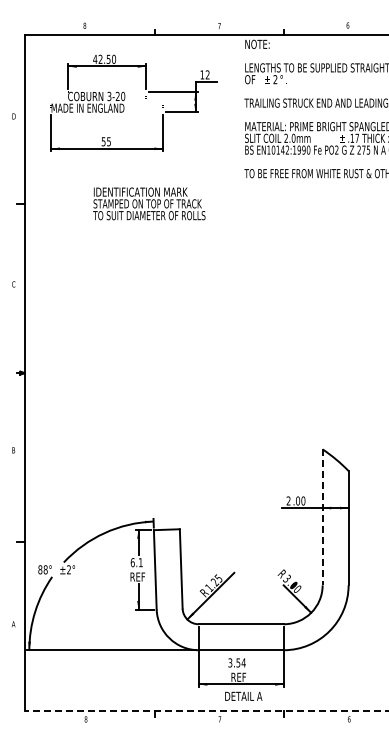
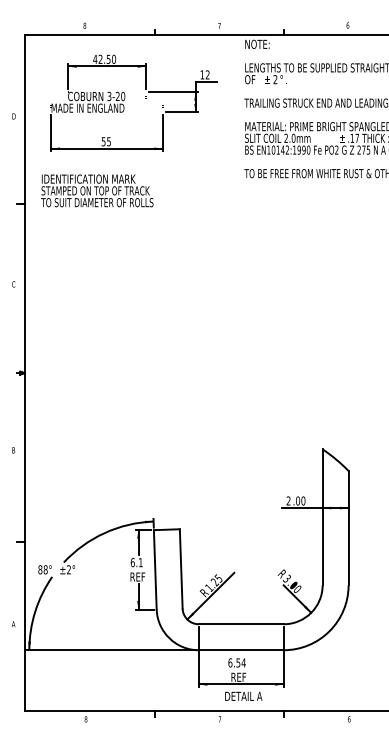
text at (149, 203) position: (149, 203) -> (97, 190)
line at (322, 517): dashed -> solid
text at (230, 662): 3.54 -> 6.54
line at (206, 711): dashed -> solid
